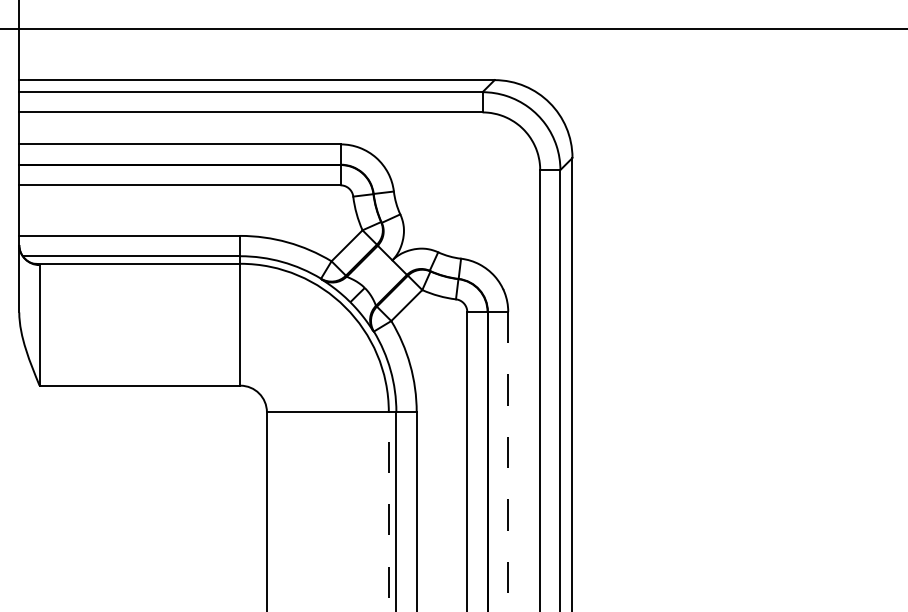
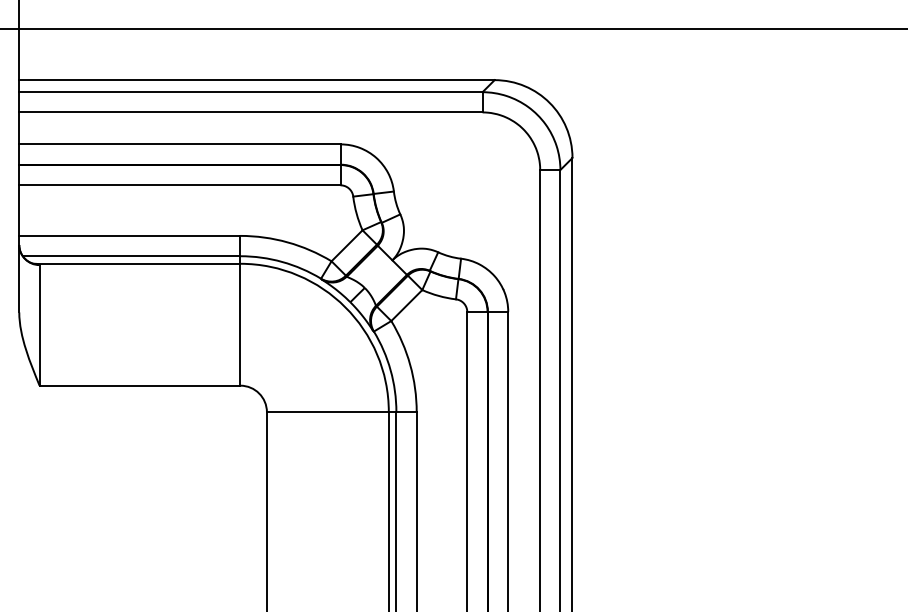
line at (508, 461): dashed -> solid
line at (388, 511): dashed -> solid
